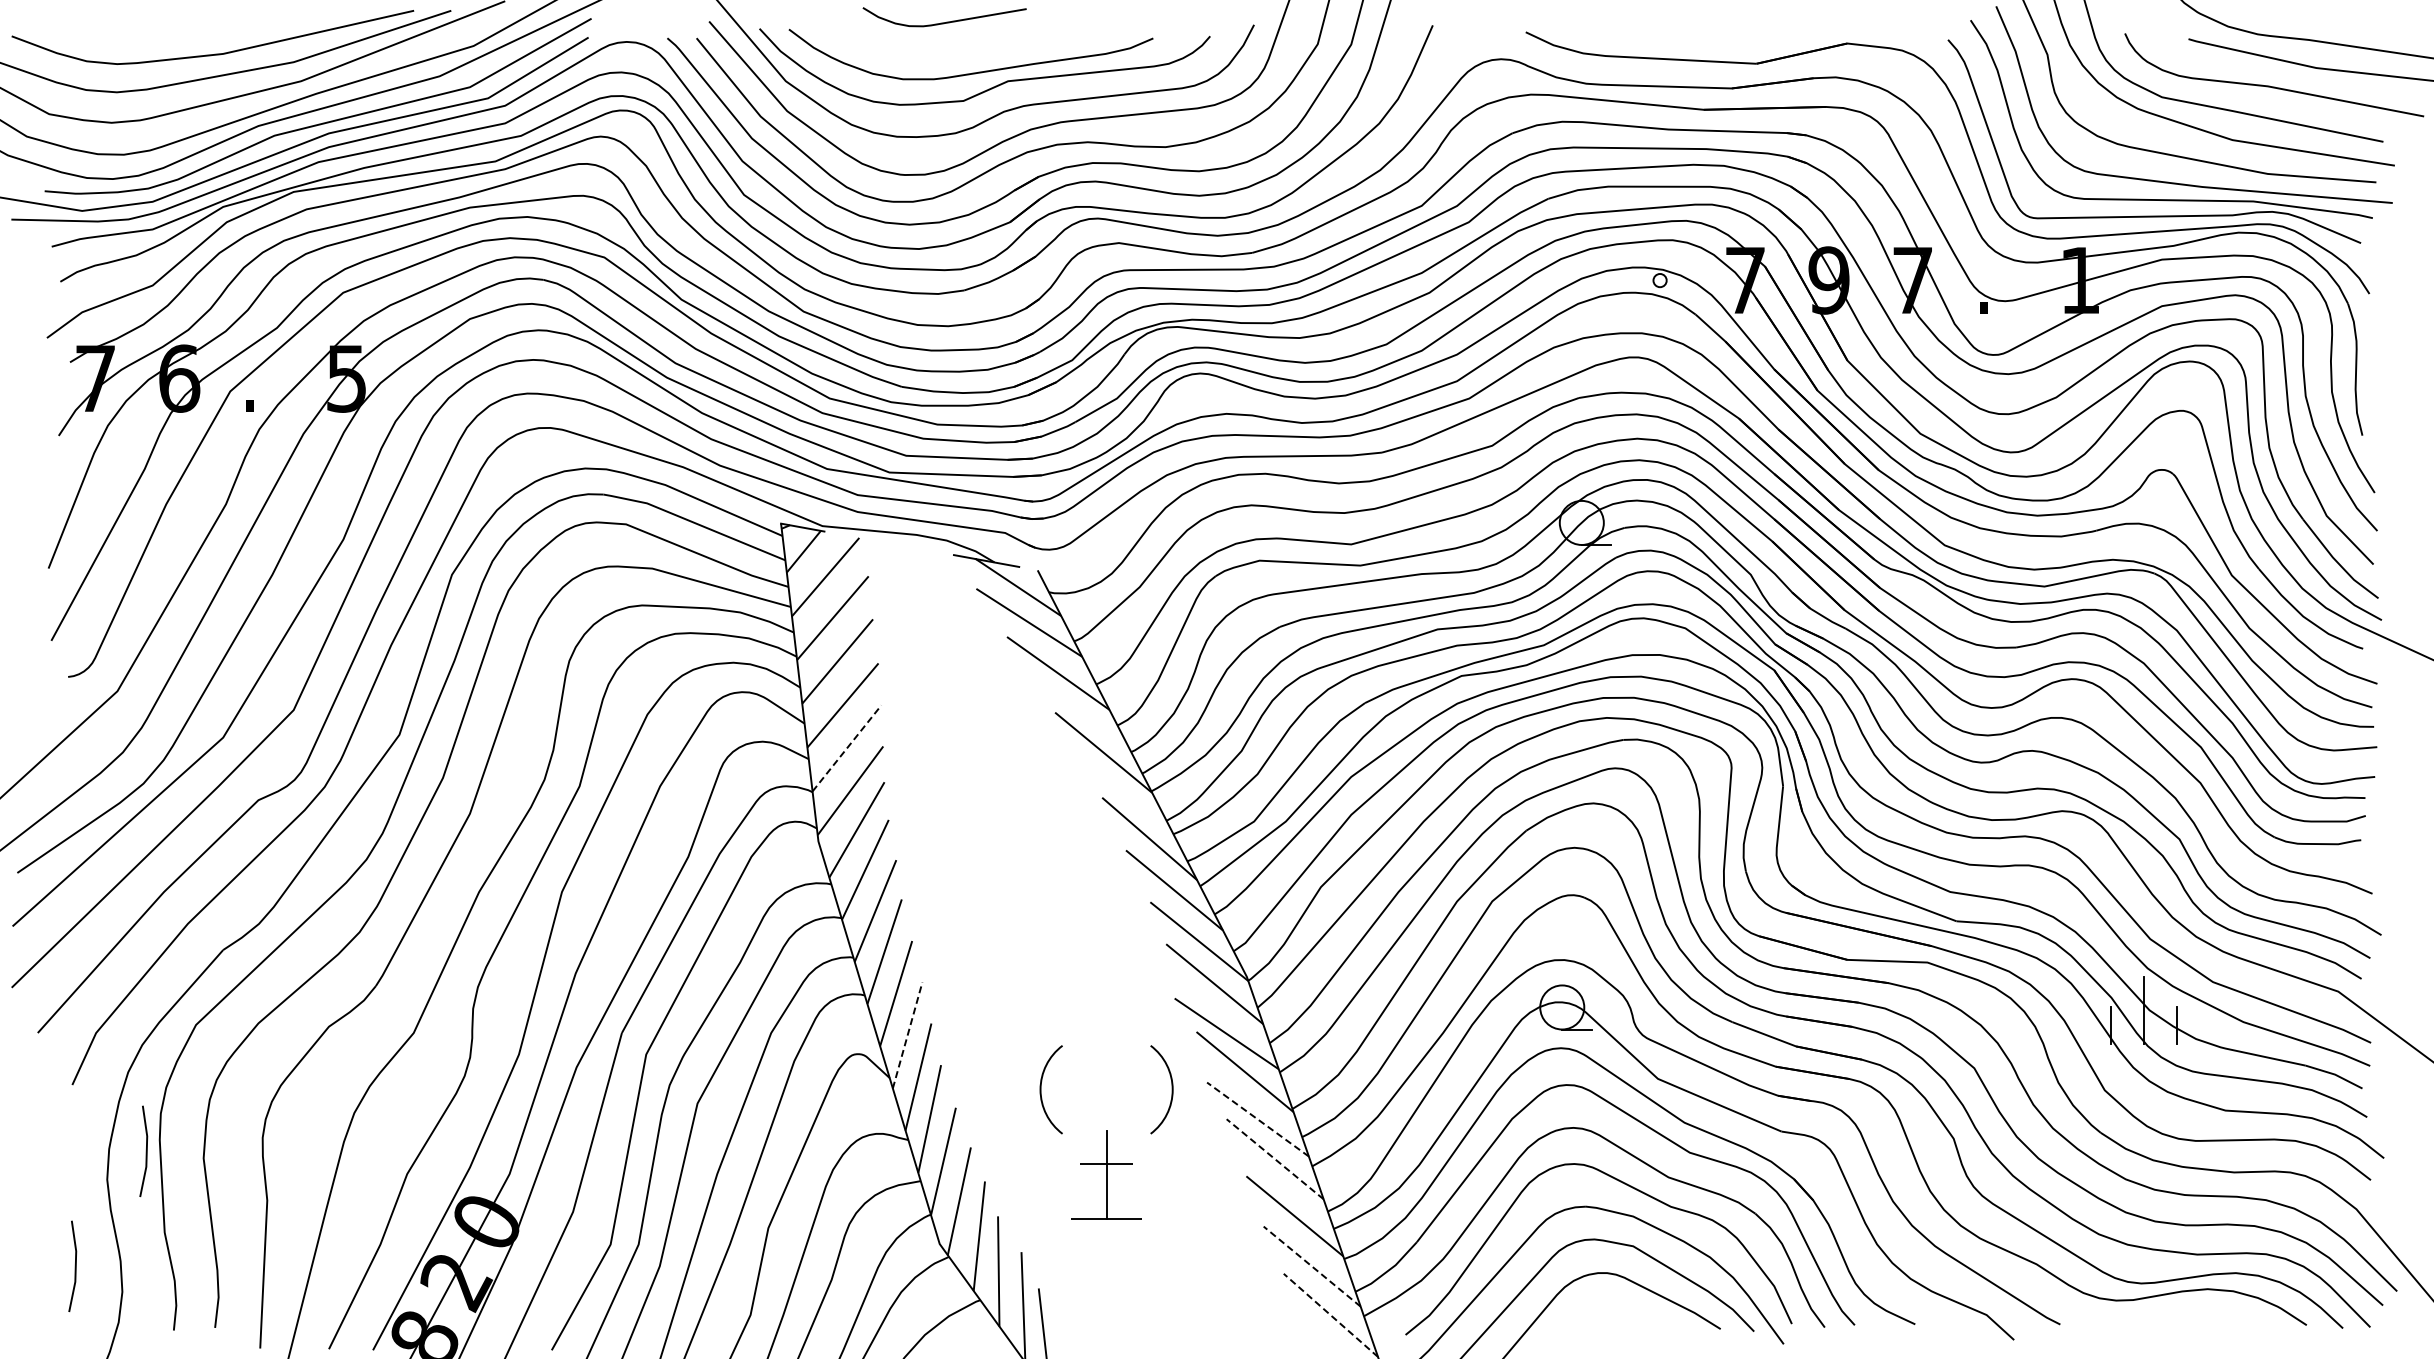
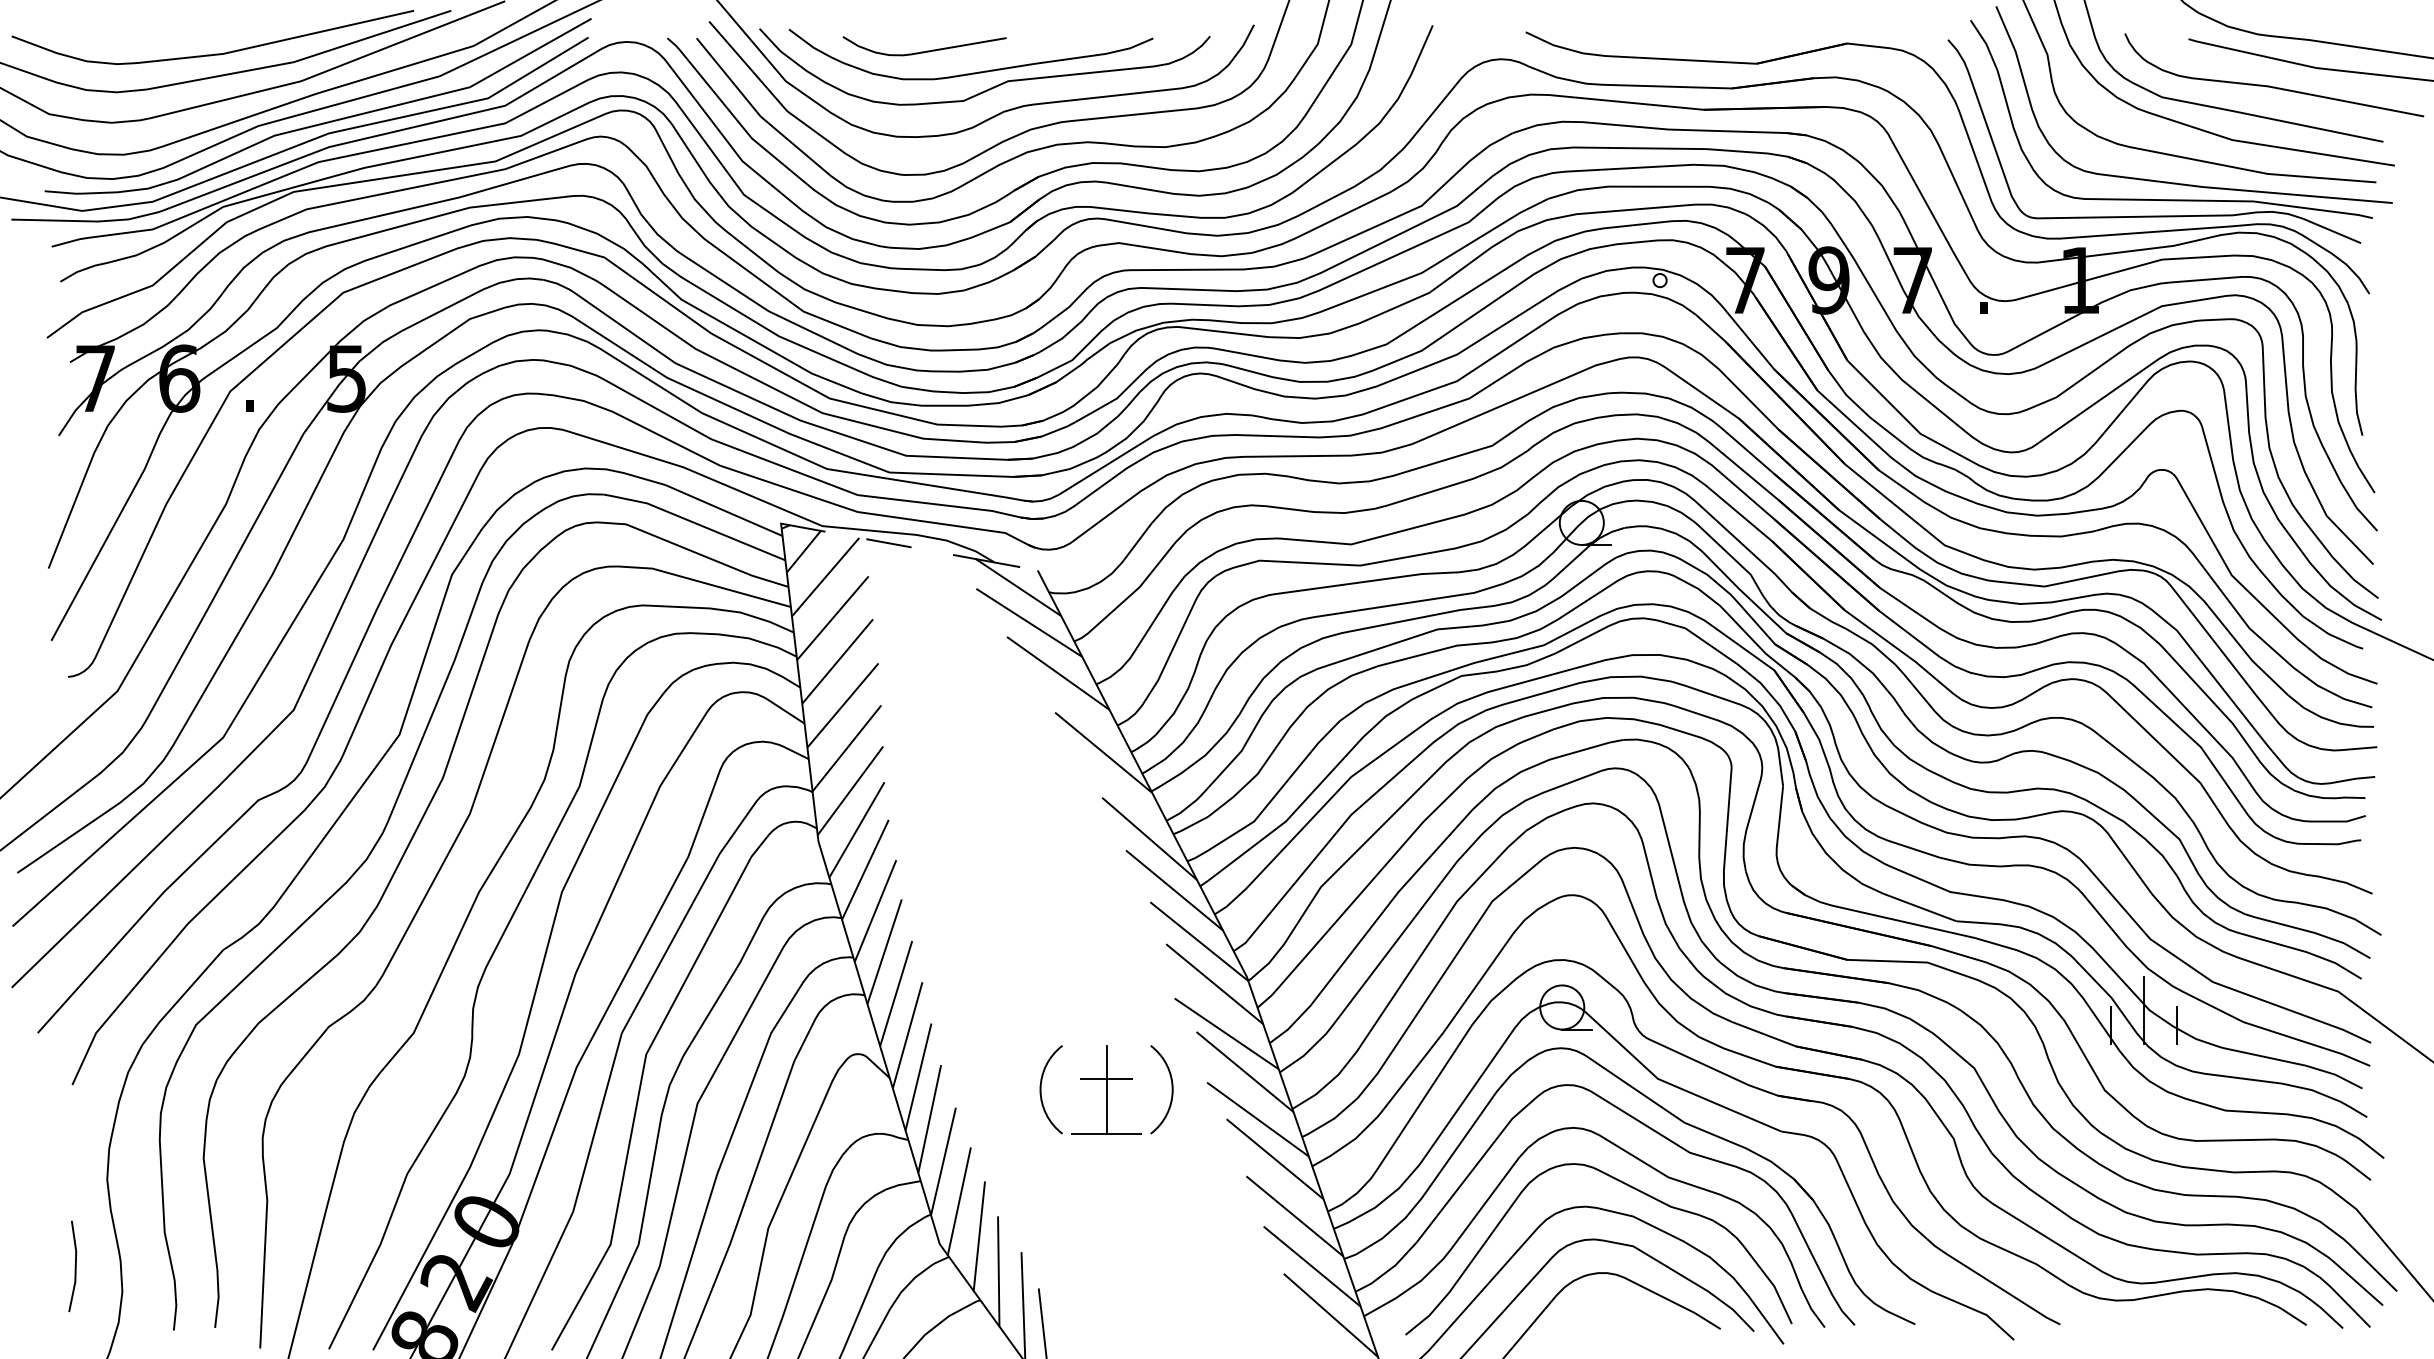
curve at (946, 21) position: (946, 21) -> (926, 50)
line at (888, 543): none -> present
line at (847, 748): dashed -> solid
line at (907, 1034): dashed -> solid
line at (1258, 1119): dashed -> solid
line at (145, 1151): present -> none
line at (1275, 1159): dashed -> solid
part at (1106, 1174) position: (1106, 1174) -> (1106, 1089)
line at (1312, 1266): dashed -> solid
line at (1330, 1315): dashed -> solid
